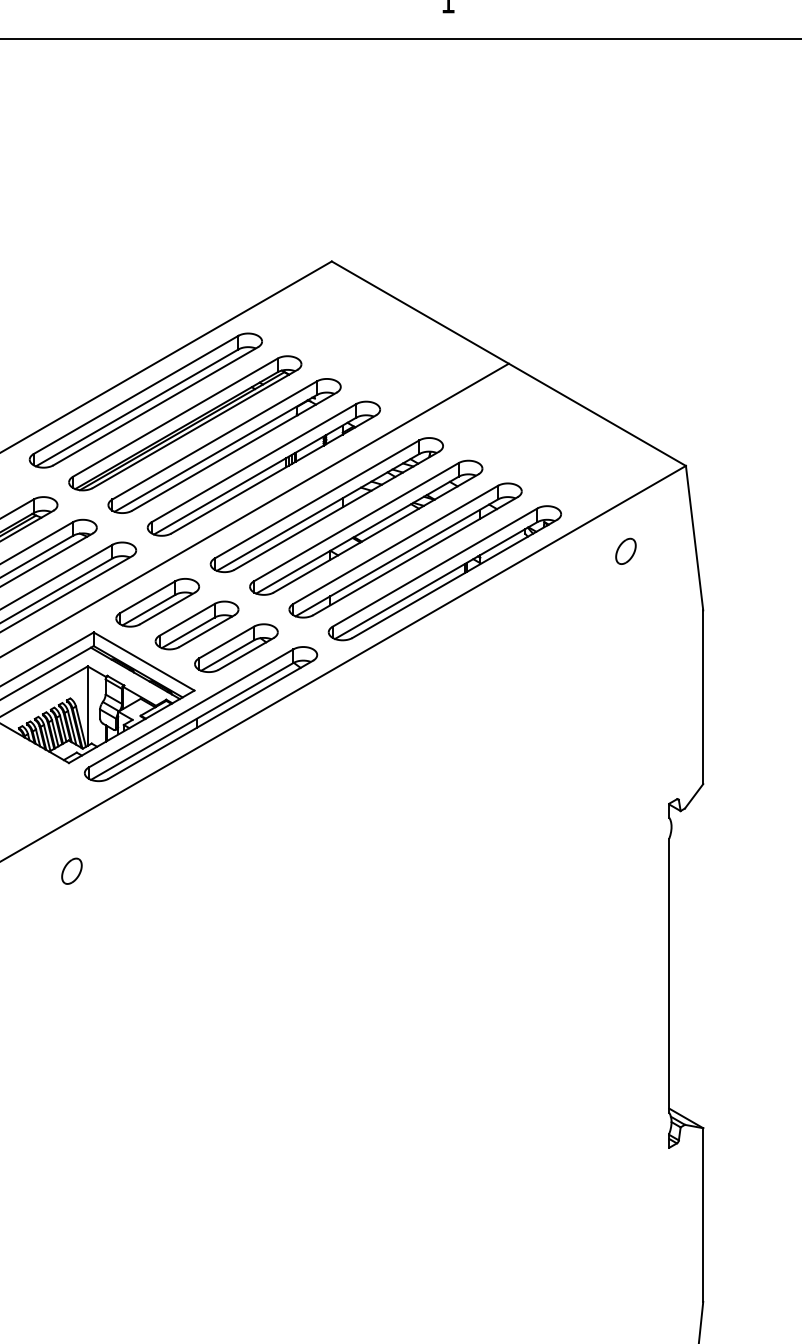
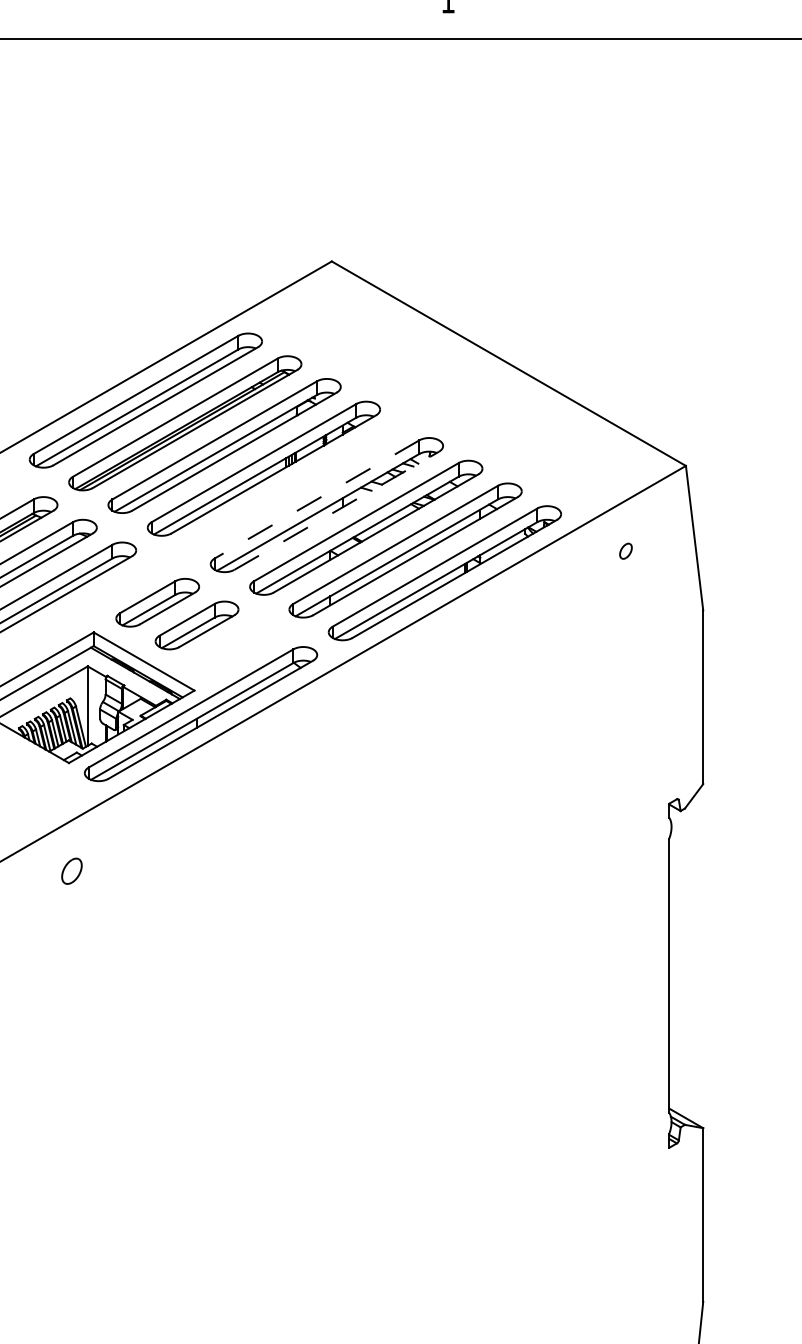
line at (316, 499): solid -> dashed
line at (255, 509): present -> none
line at (337, 510): solid -> dashed
part at (625, 550) size: 22x28 px -> 14x18 px
part at (236, 647): present -> none
